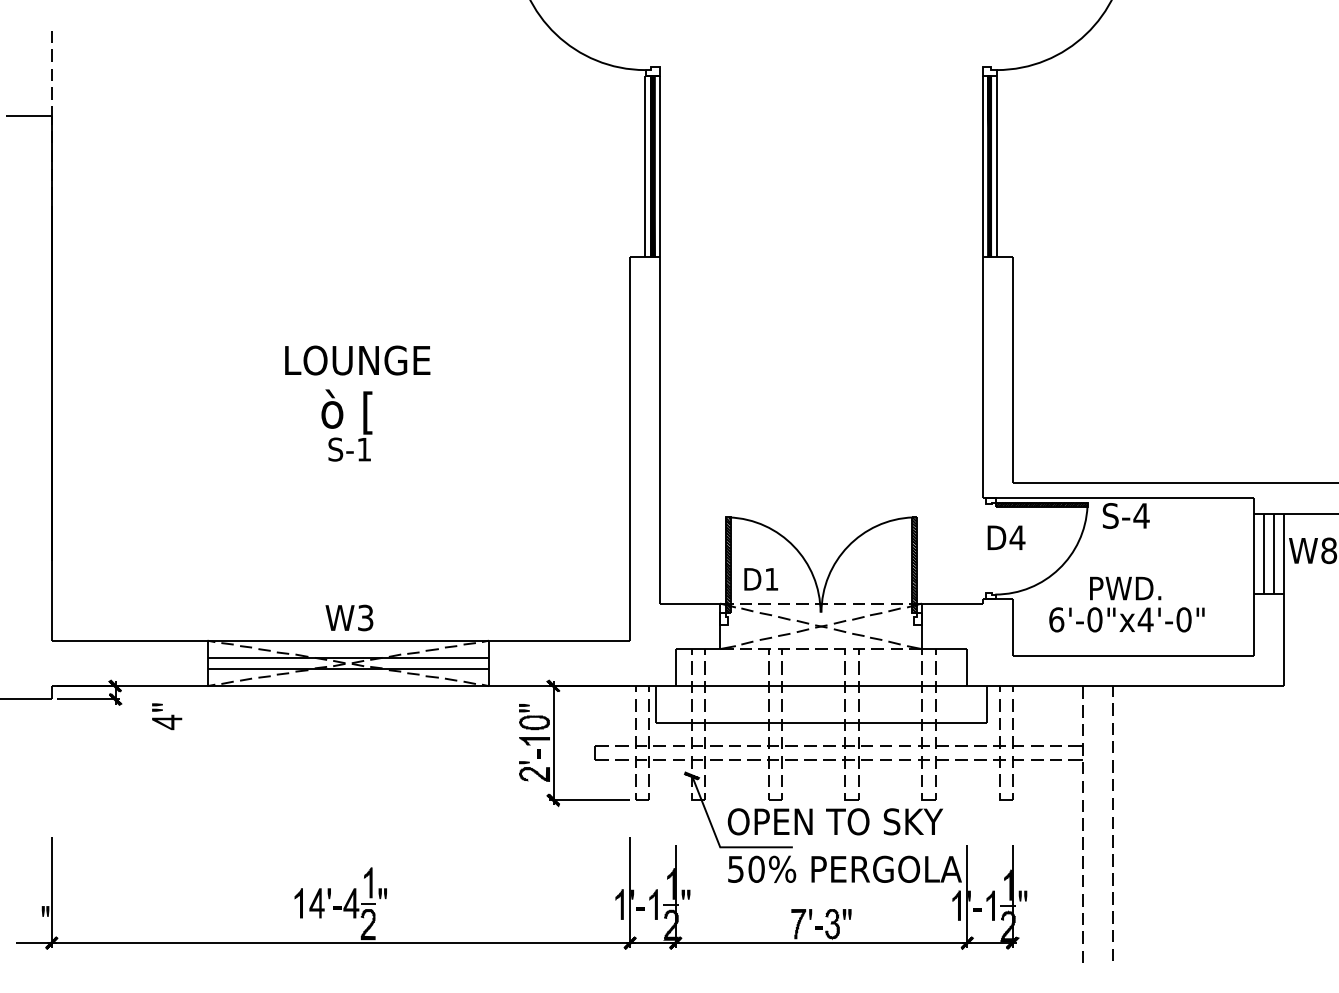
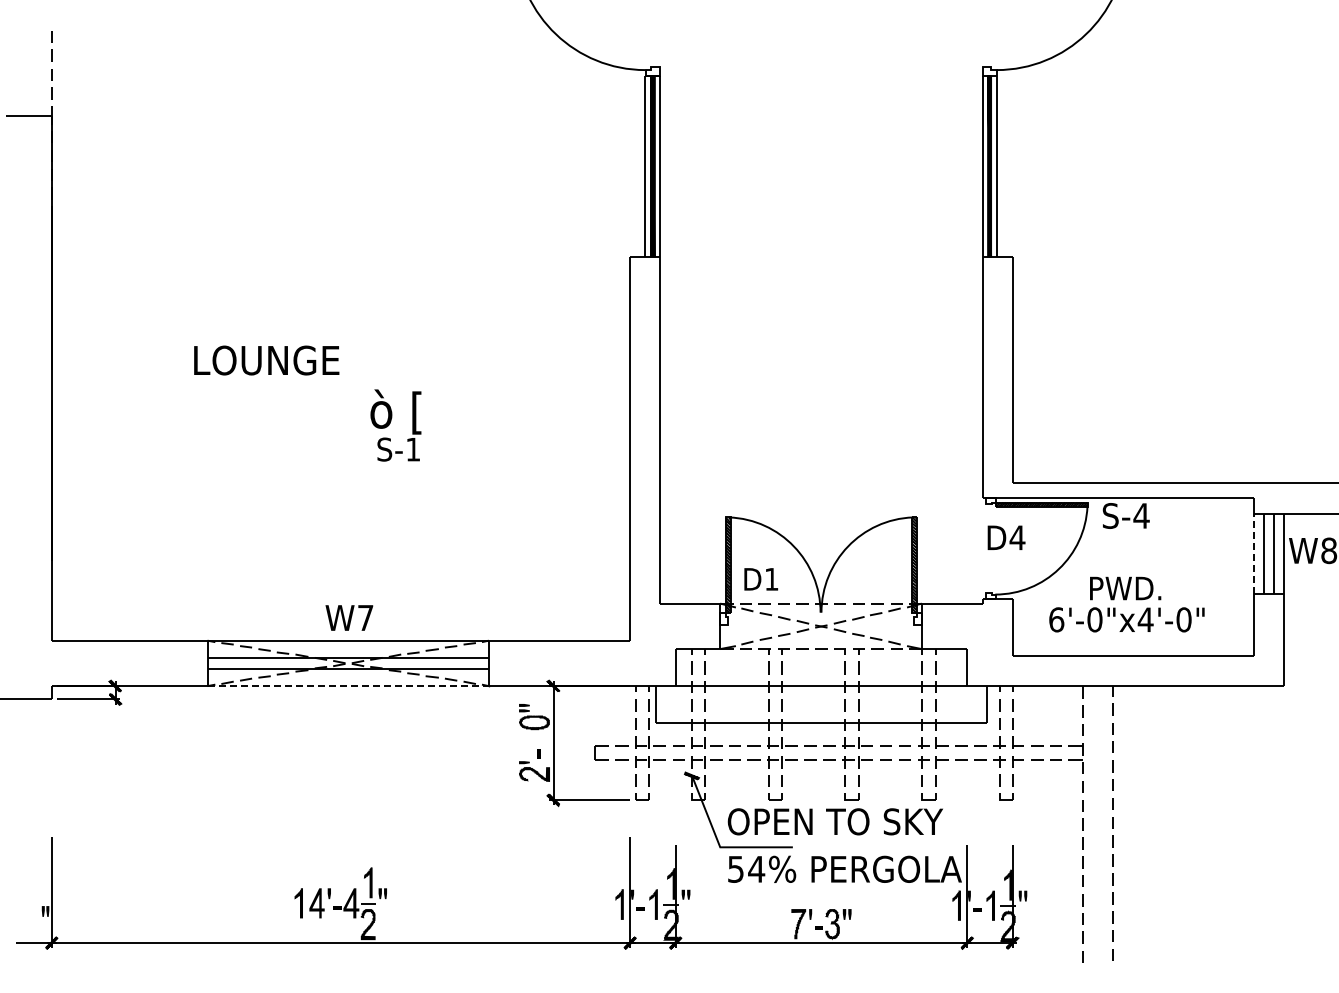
text at (357, 360) position: (357, 360) -> (266, 360)
text at (346, 425) position: (346, 425) -> (395, 425)
line at (1254, 553): solid -> dashed
text at (365, 617): W3 -> W7
line at (349, 686): solid -> dashed
part at (167, 716): present -> none
fill at (534, 741): present -> none
text at (756, 868): 50% -> 54%
